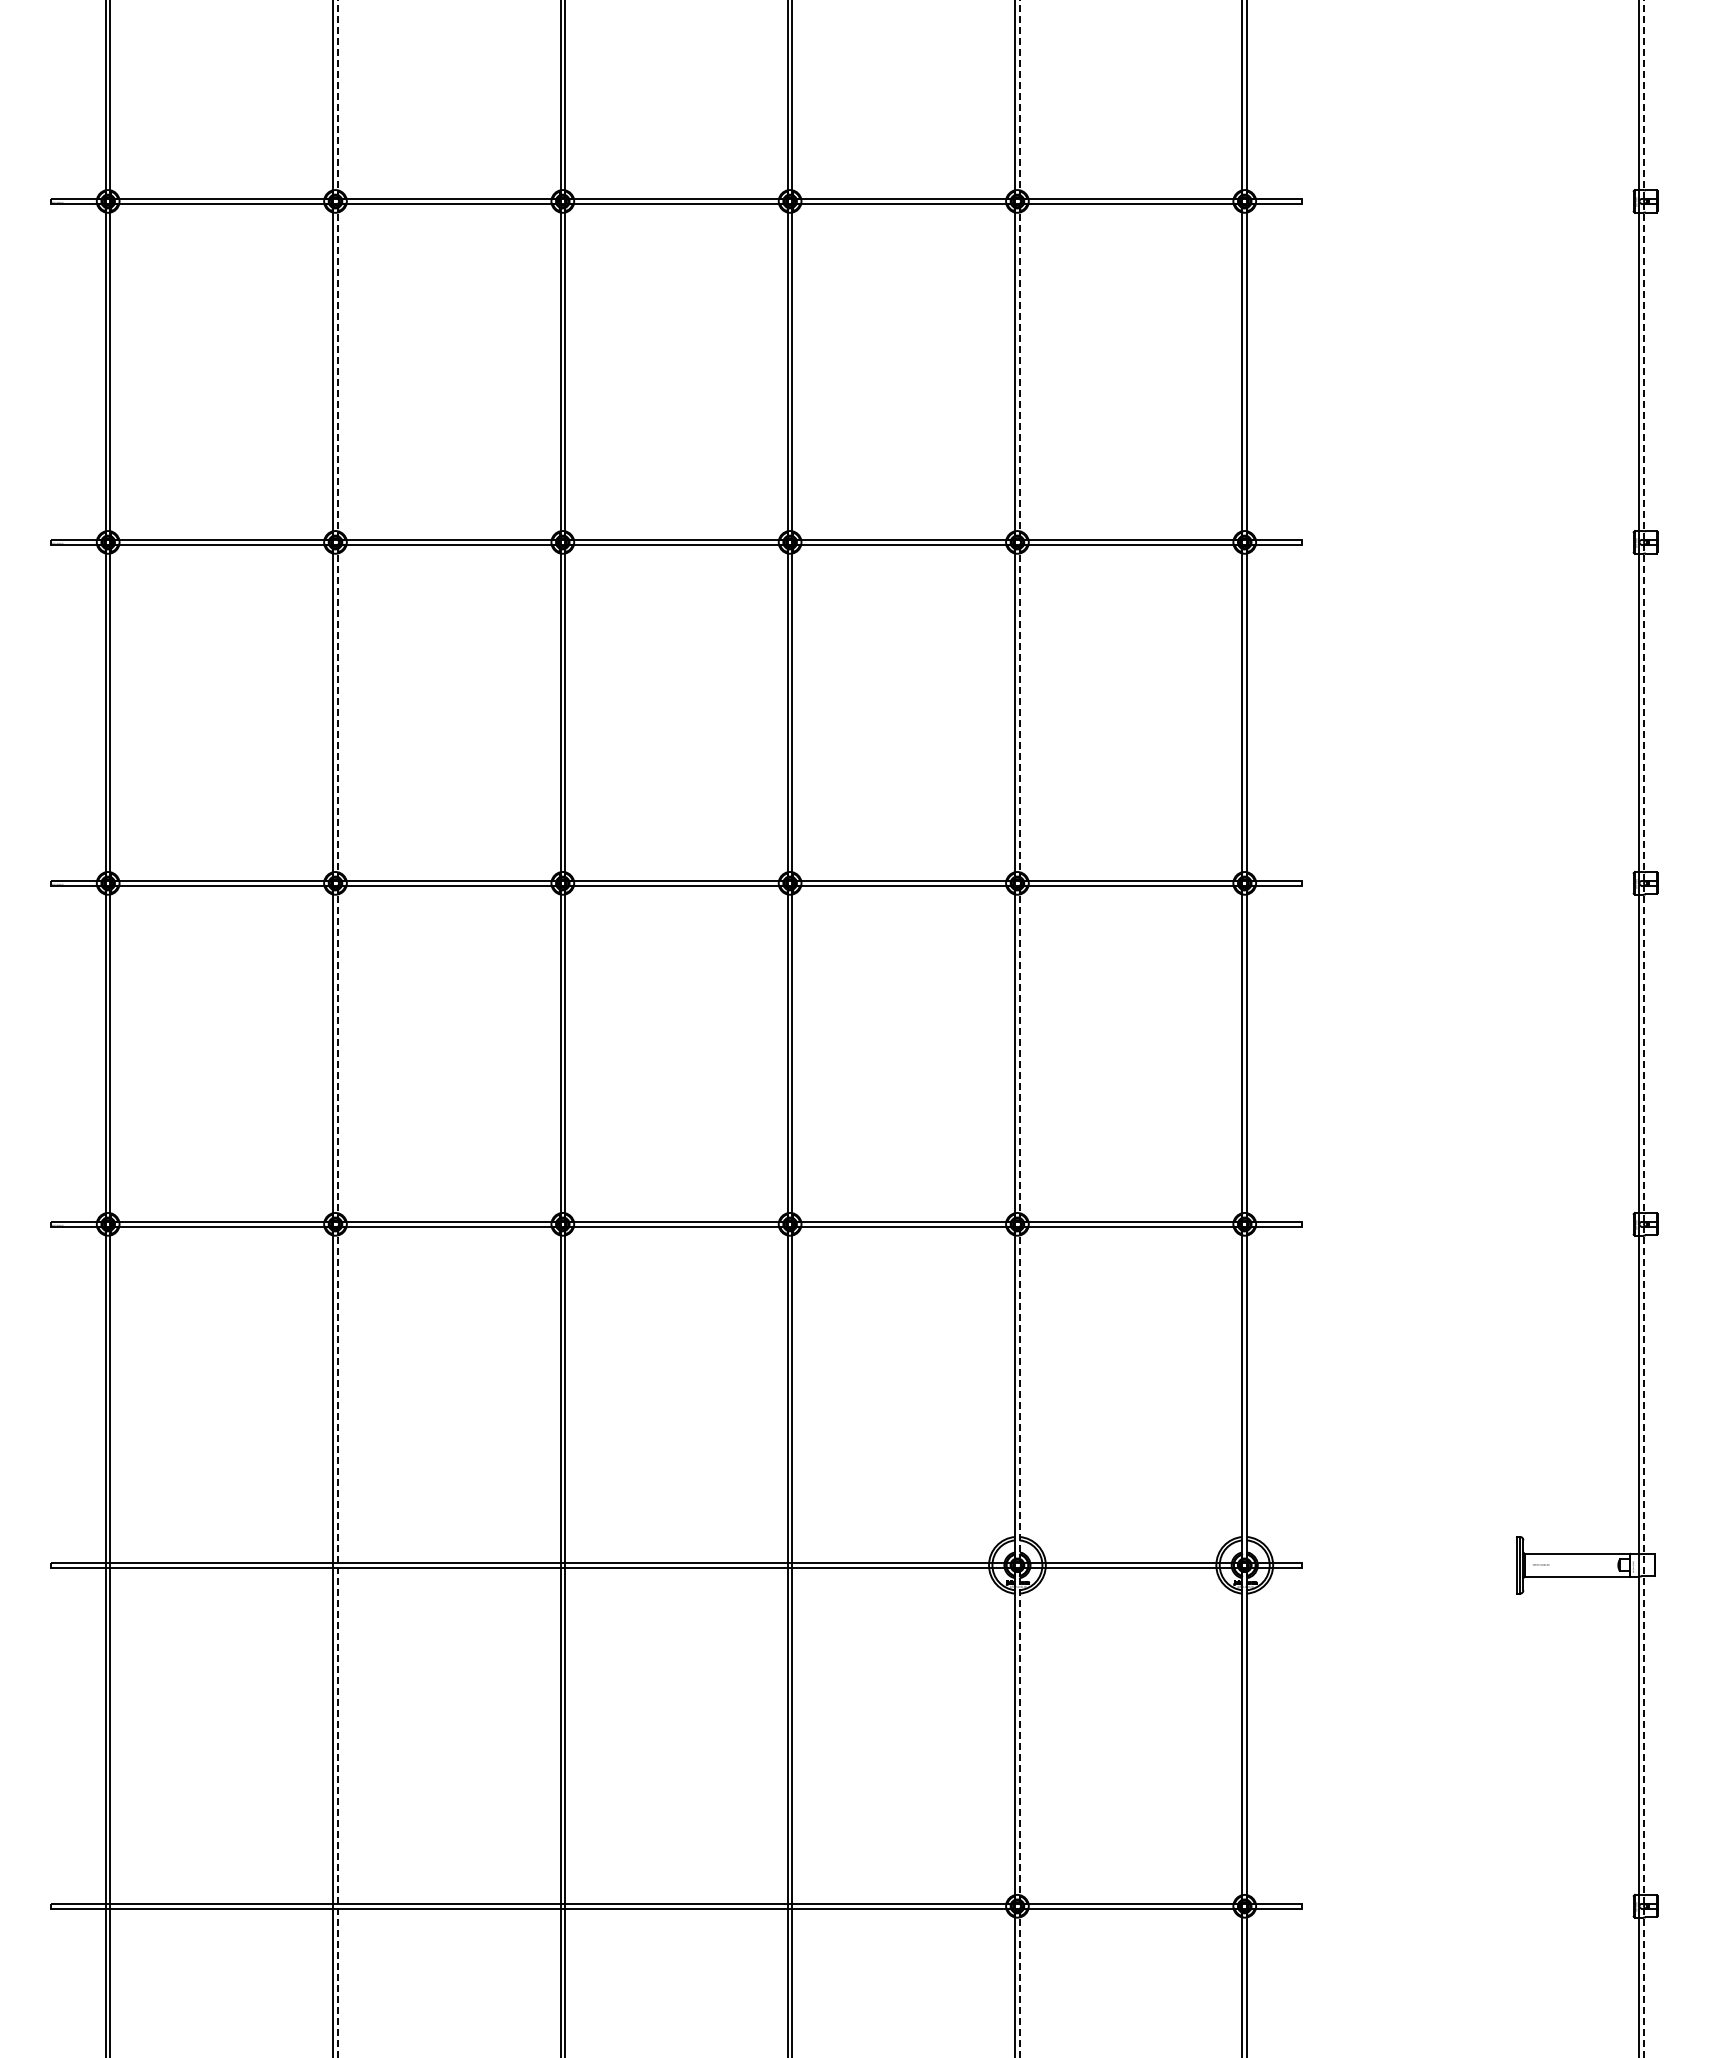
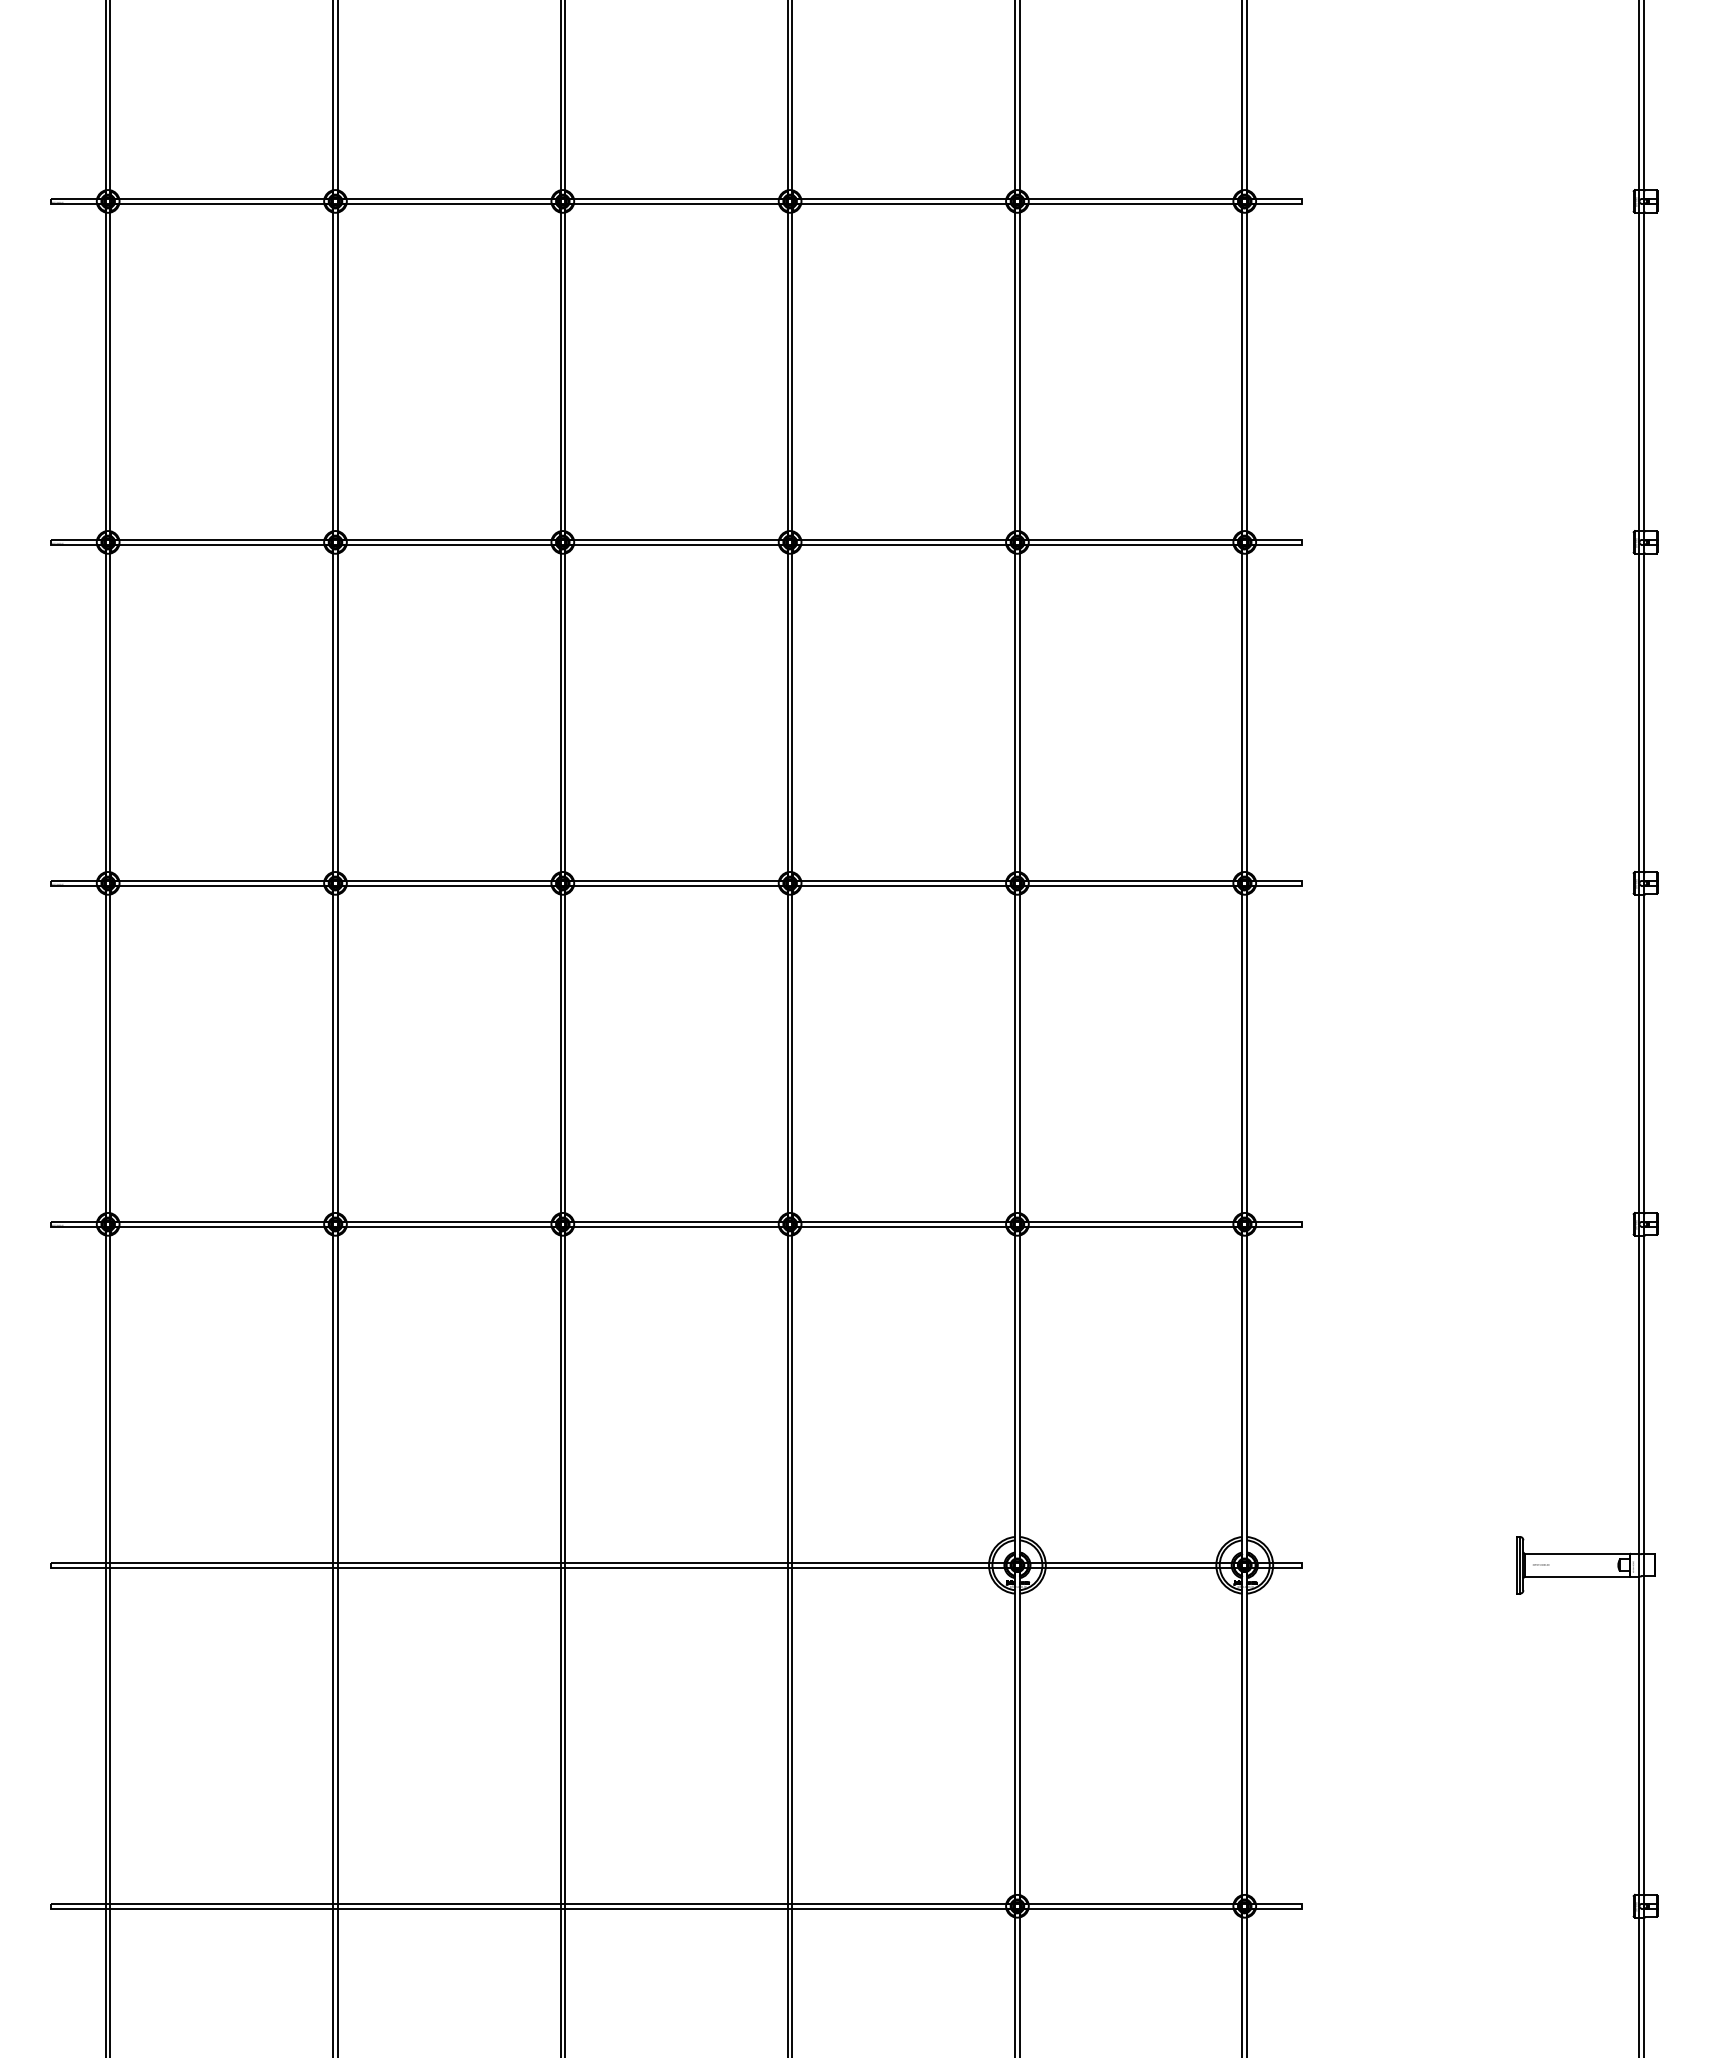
line at (337, 1029): dashed -> solid
line at (1019, 1029): dashed -> solid
line at (1644, 1029): dashed -> solid
